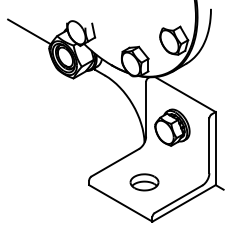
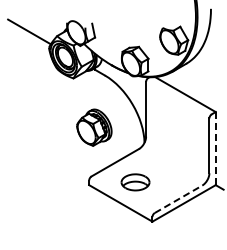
part at (172, 127) position: (172, 127) -> (94, 127)
line at (215, 148): solid -> dashed
part at (144, 182) position: (144, 182) -> (135, 182)
line at (178, 199): solid -> dashed
